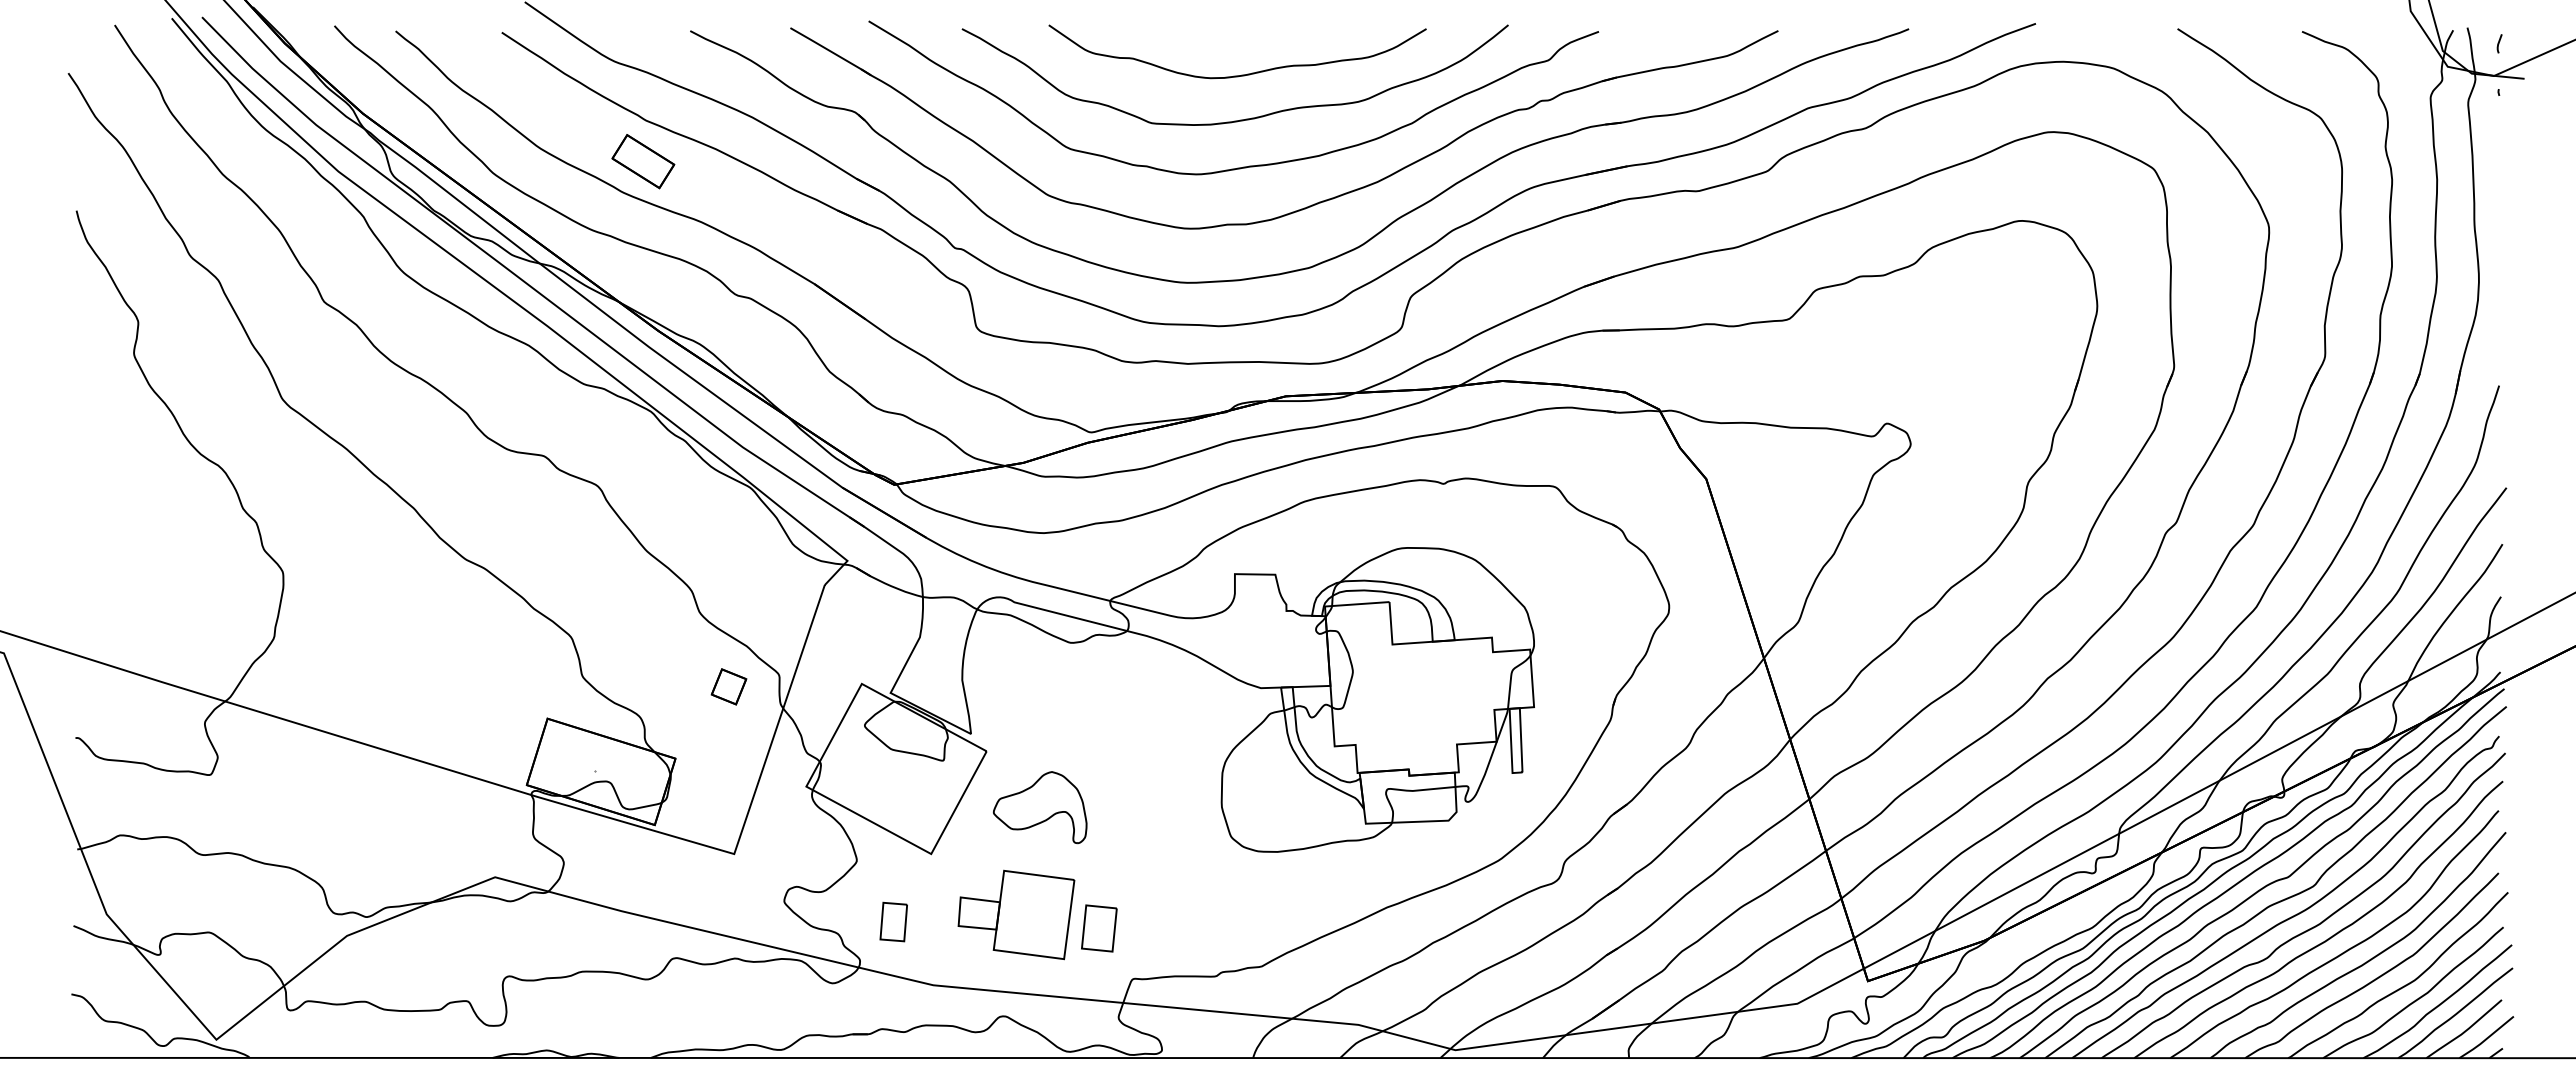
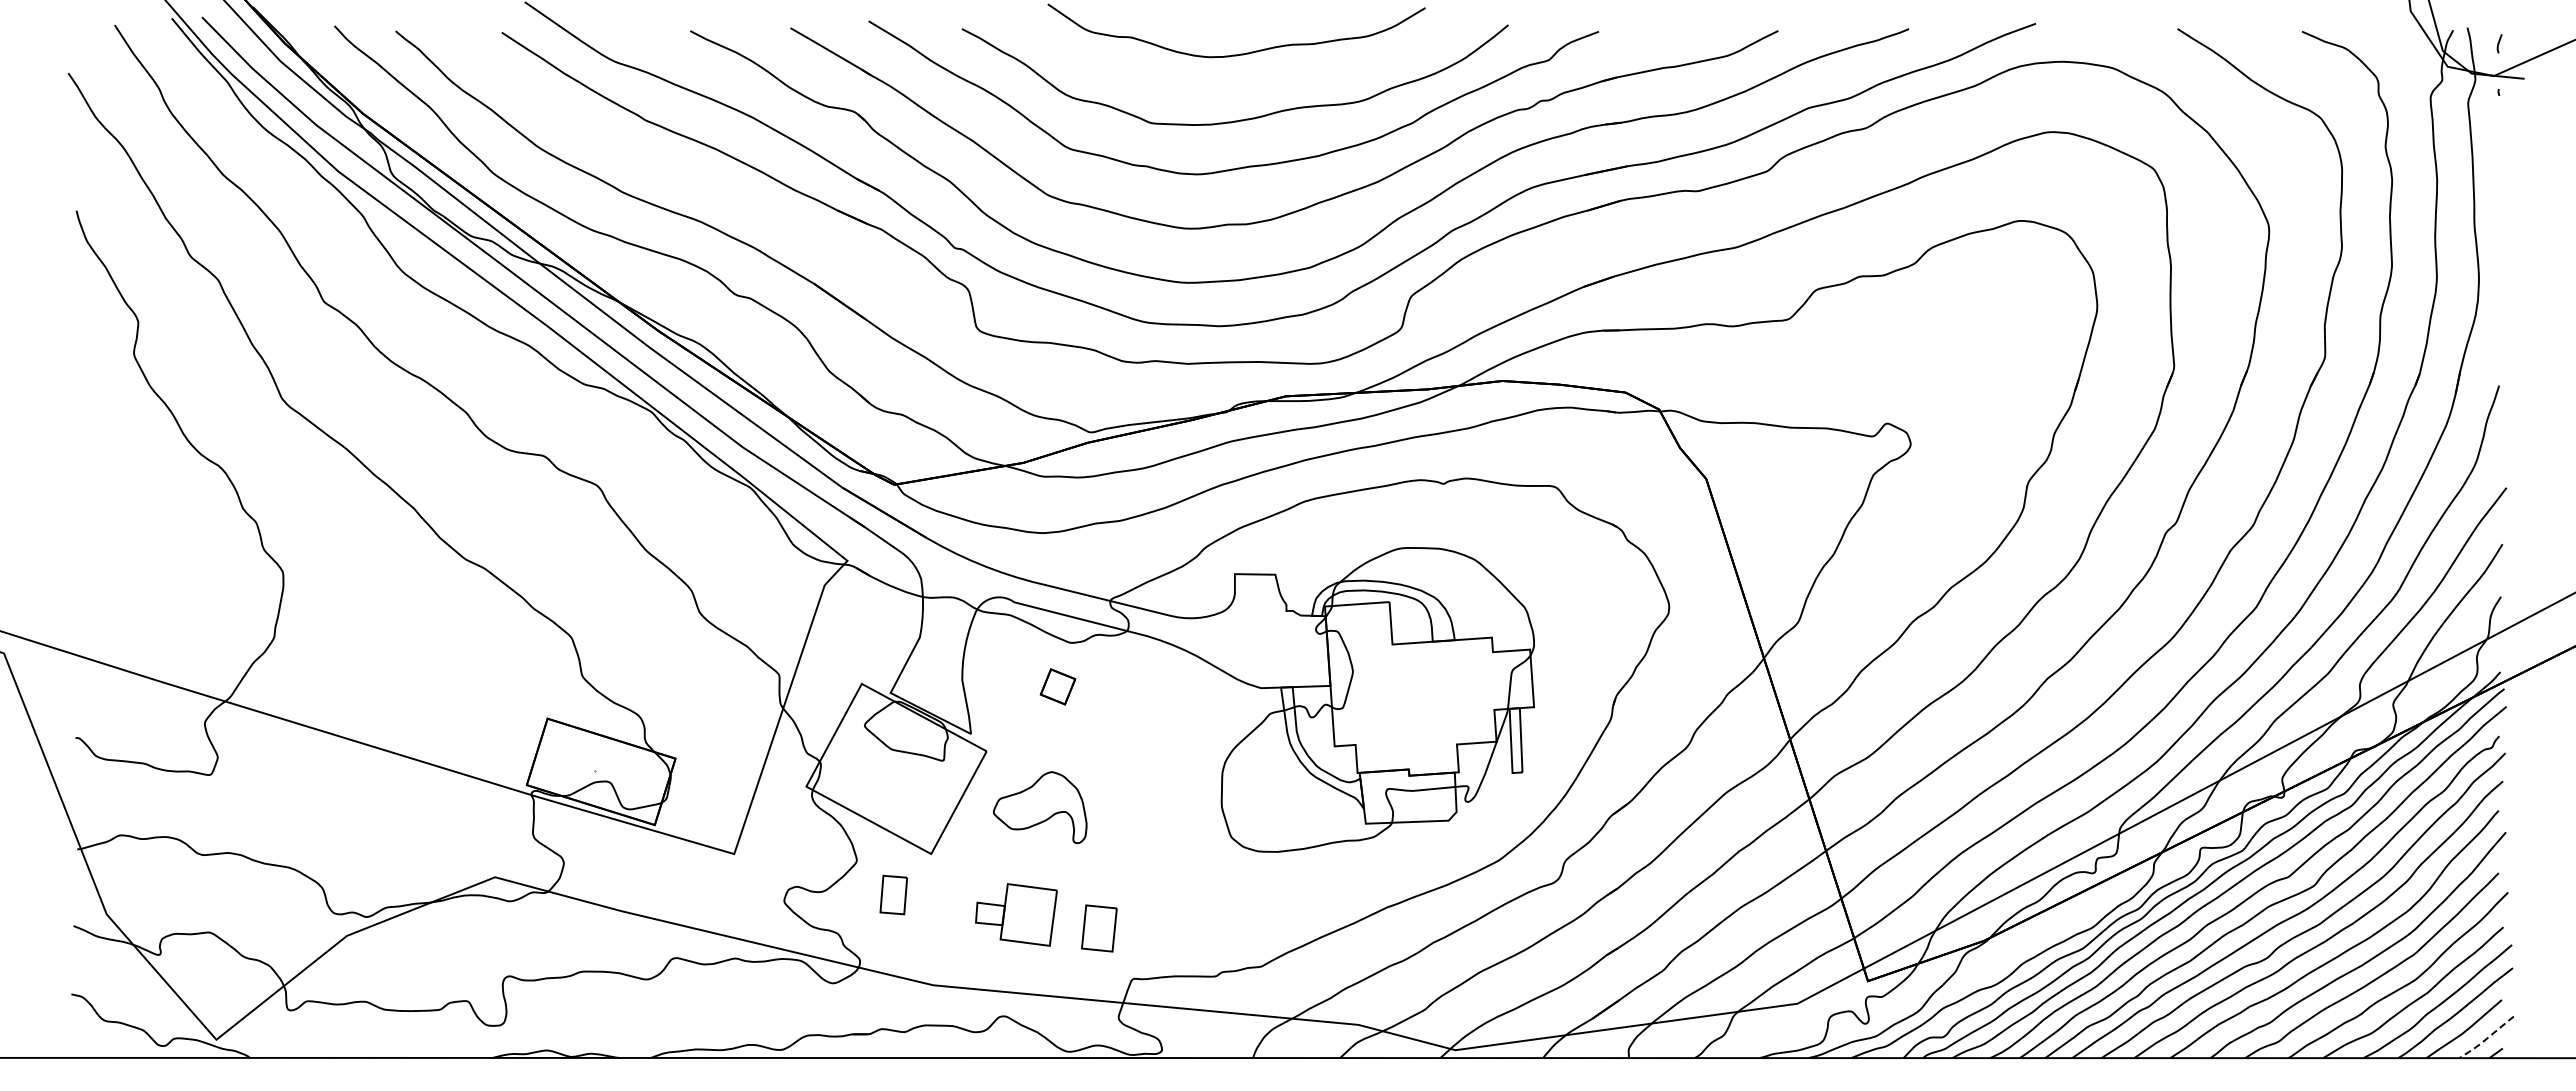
curve at (1241, 74) position: (1241, 74) -> (1240, 53)
part at (643, 161): present -> none
part at (728, 686) position: (728, 686) -> (1057, 686)
part at (1016, 914) size: 119x92 px -> 83x64 px
part at (893, 921) position: (893, 921) -> (893, 894)
line at (2486, 1039): solid -> dashed
